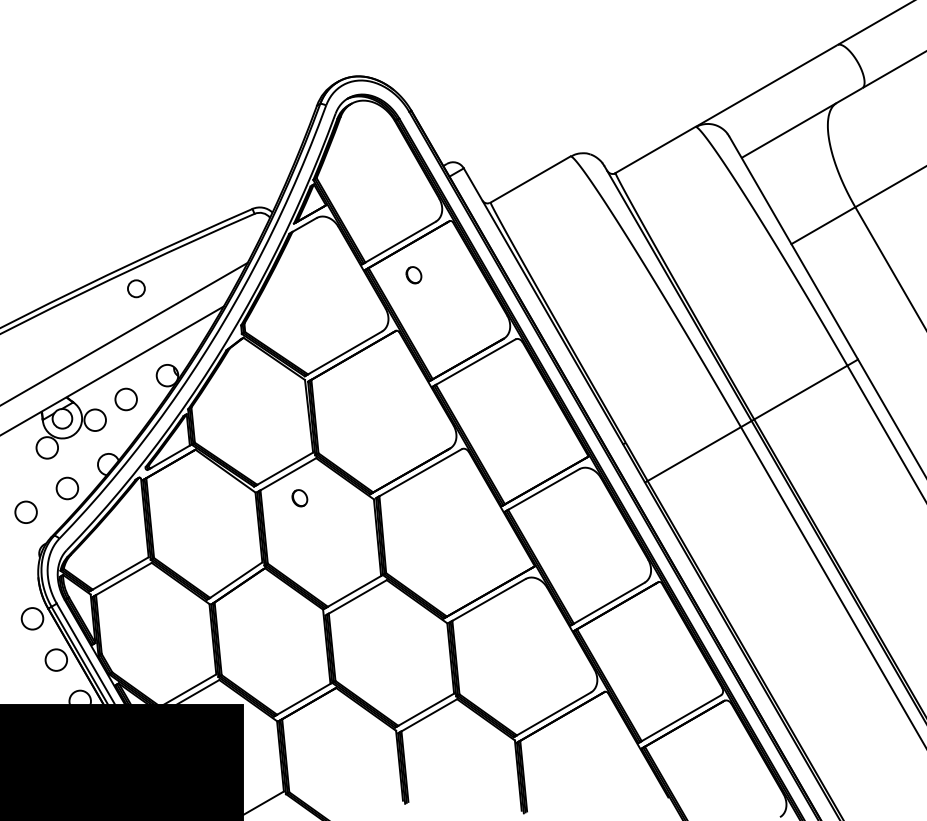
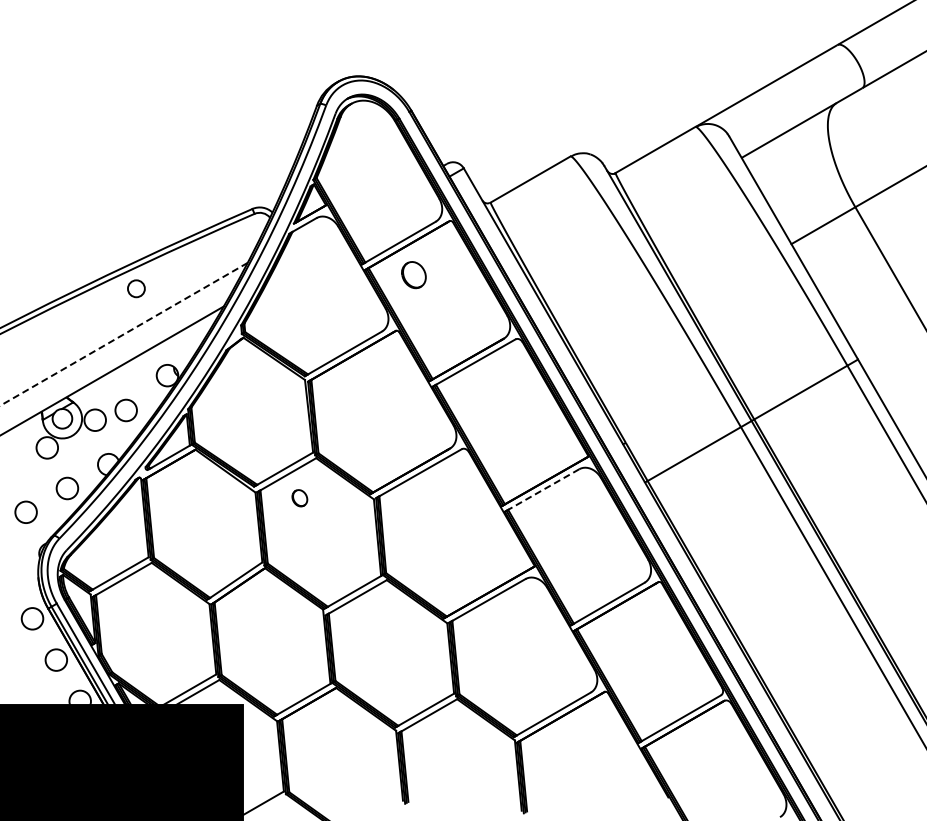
part at (413, 275) size: 18x19 px -> 26x29 px
line at (123, 334): solid -> dashed
circle at (125, 399) position: (125, 399) -> (125, 410)
line at (543, 489): solid -> dashed
